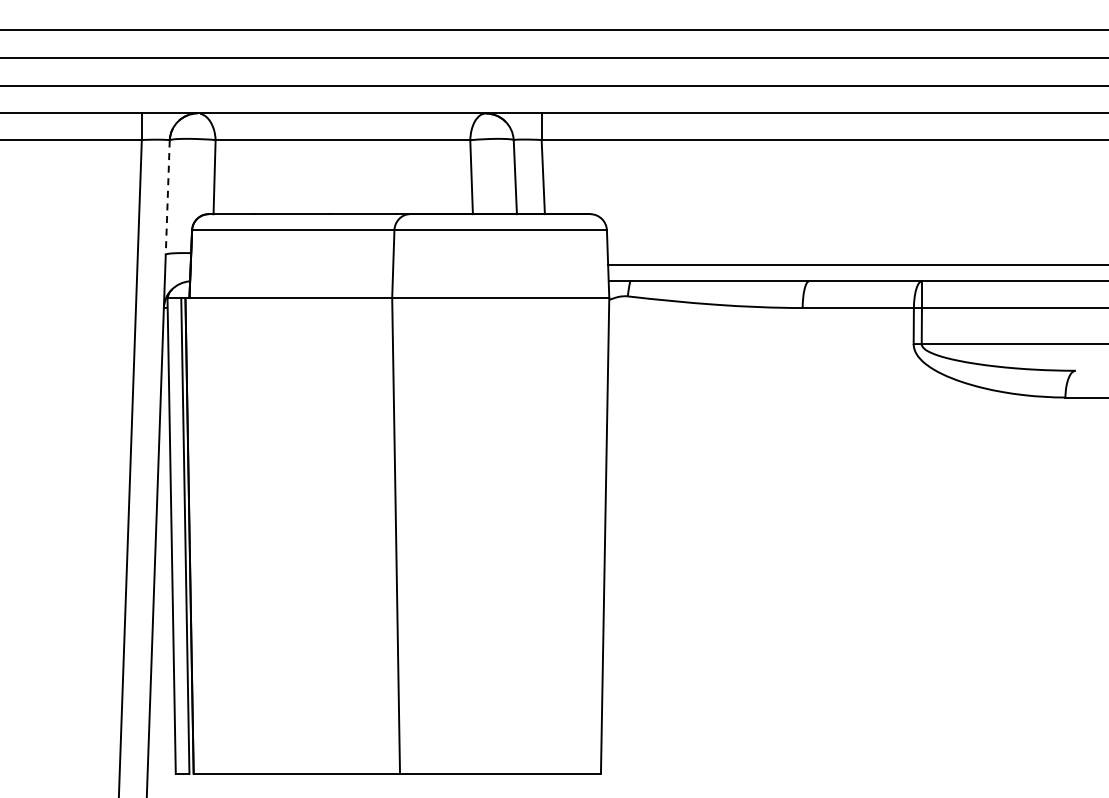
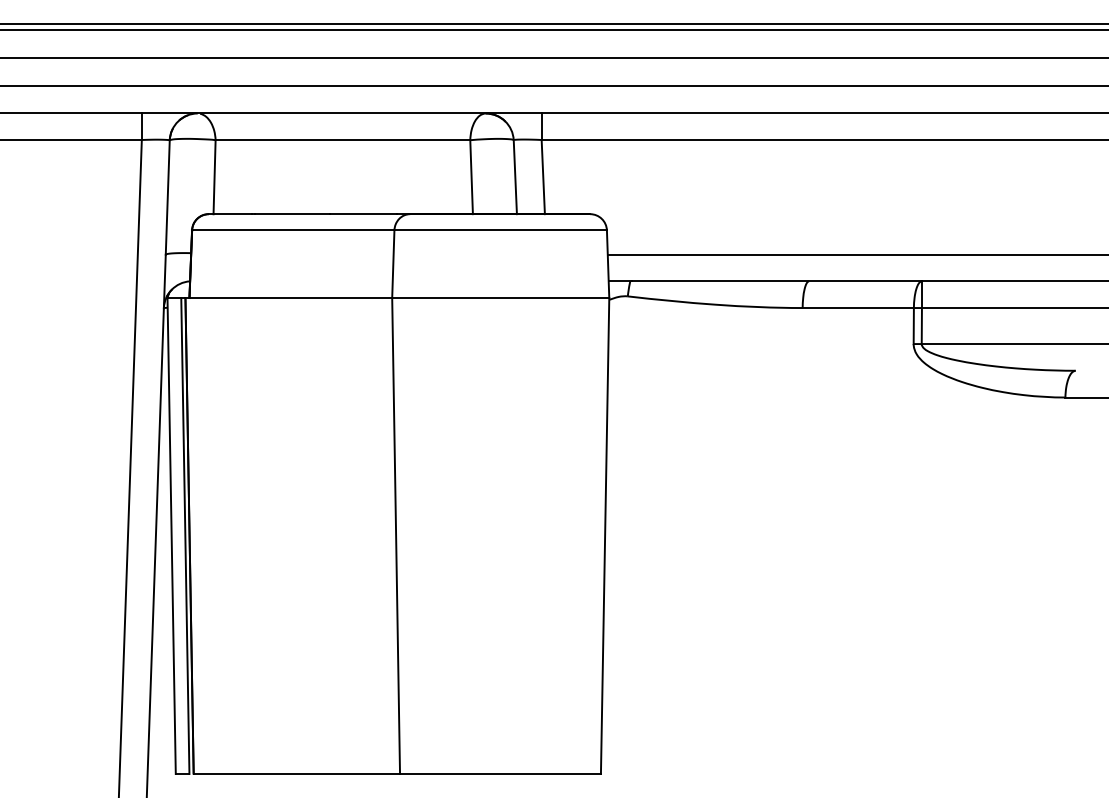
line at (553, 23): none -> present
line at (167, 198): dashed -> solid
line at (856, 264) position: (856, 264) -> (856, 254)
